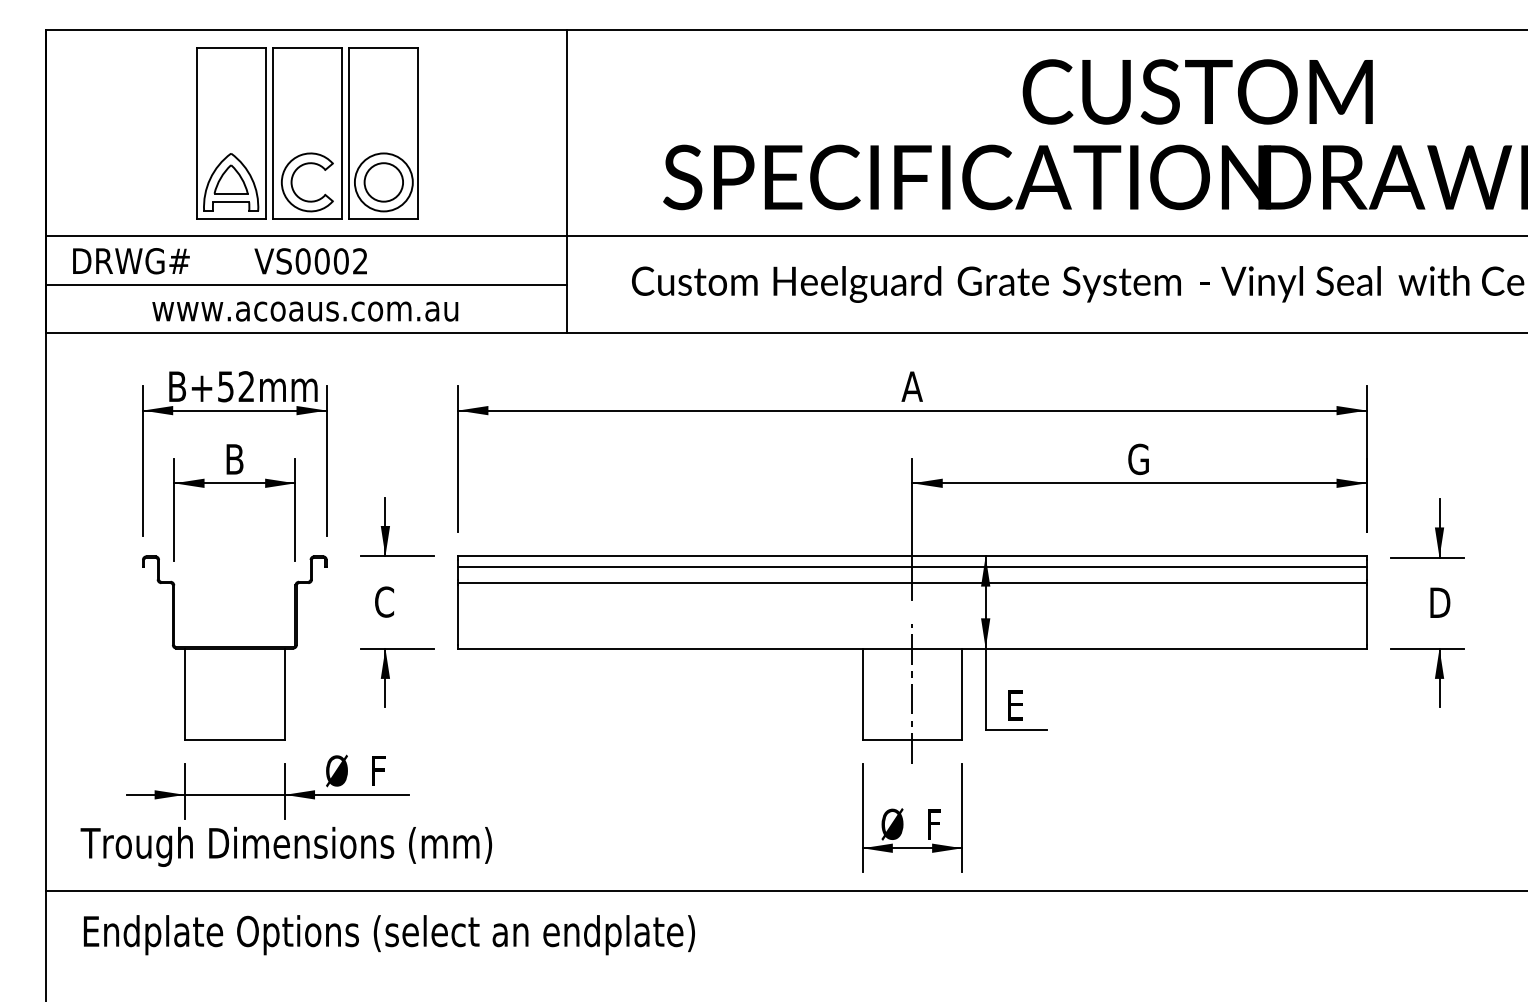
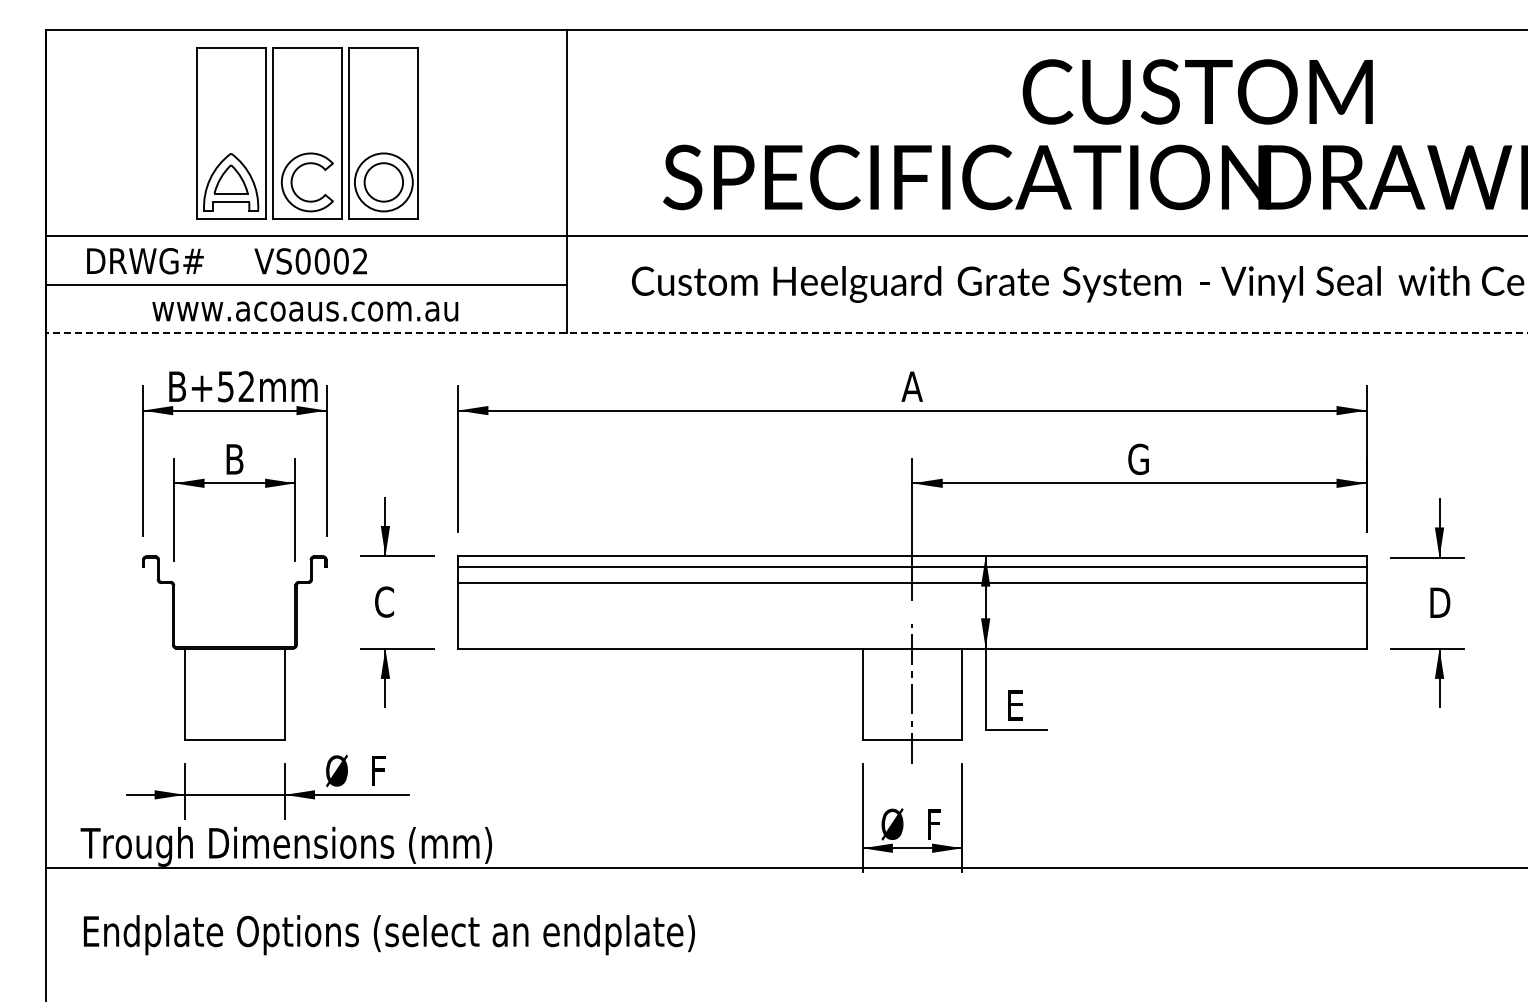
text at (131, 261) position: (131, 261) -> (145, 261)
line at (786, 333): solid -> dashed
line at (784, 890) position: (784, 890) -> (784, 867)
